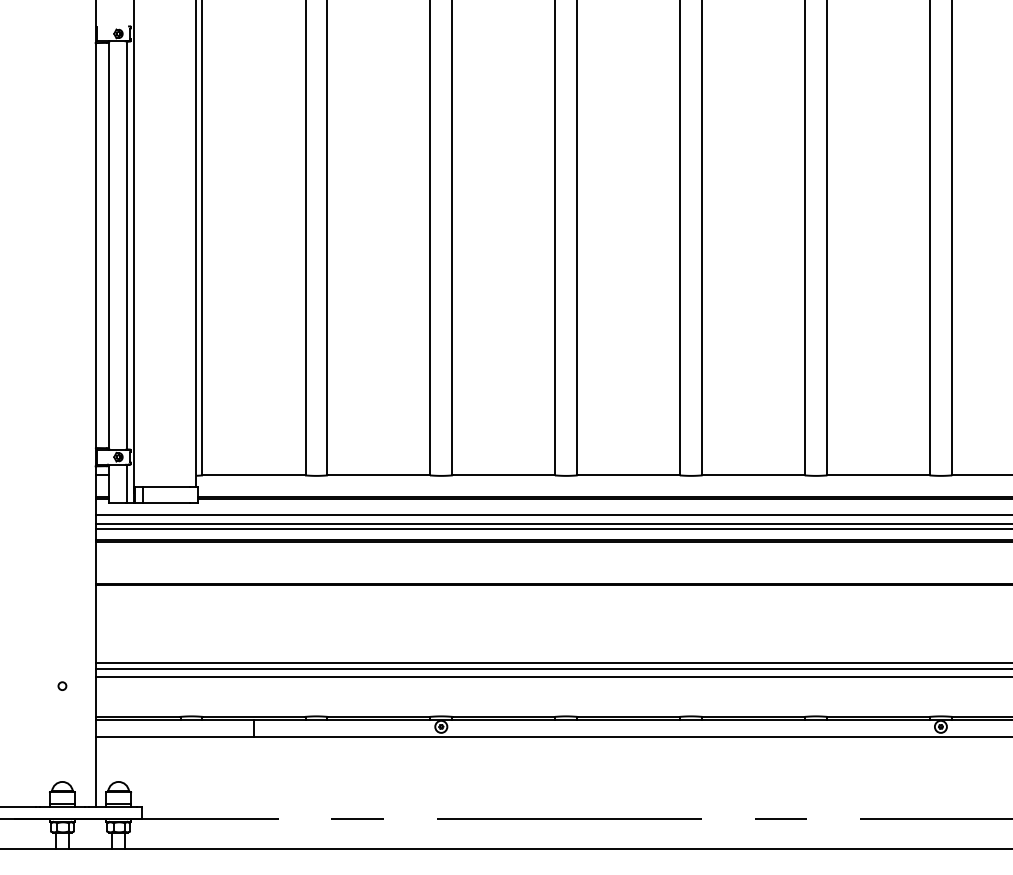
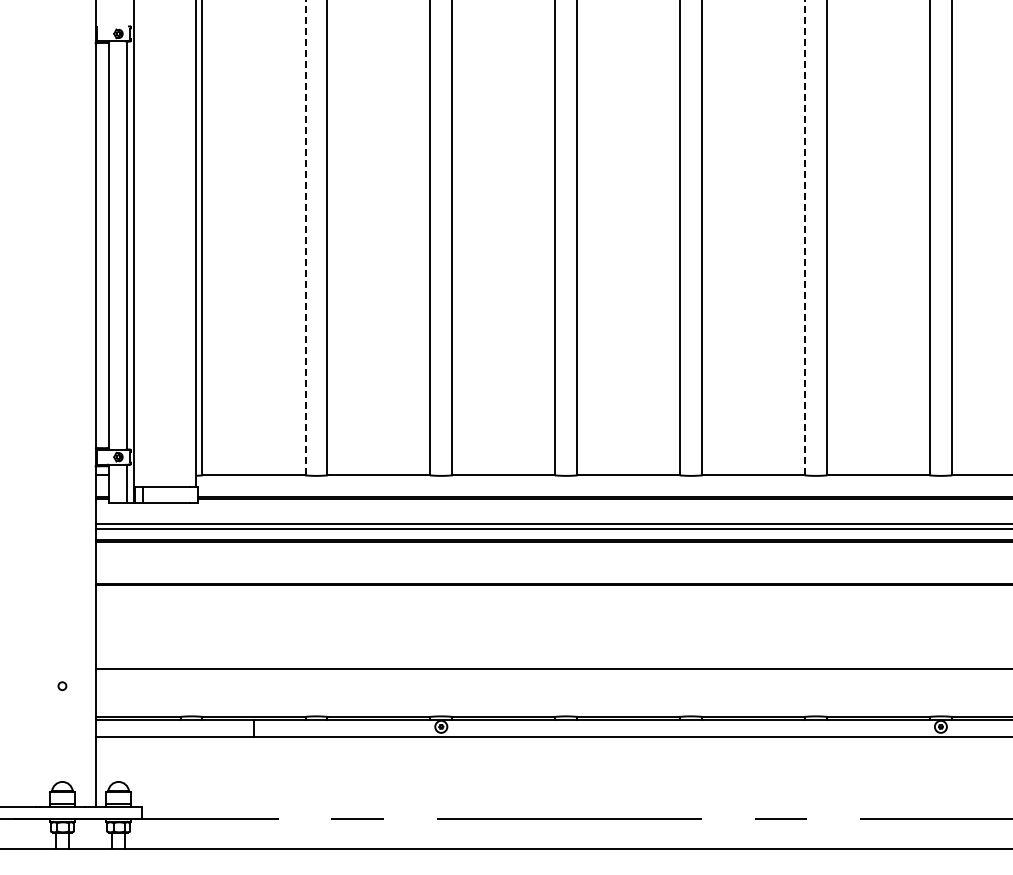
line at (305, 238): solid -> dashed
line at (805, 238): solid -> dashed
line at (552, 515): present -> none
line at (552, 663): present -> none
line at (552, 676): present -> none
